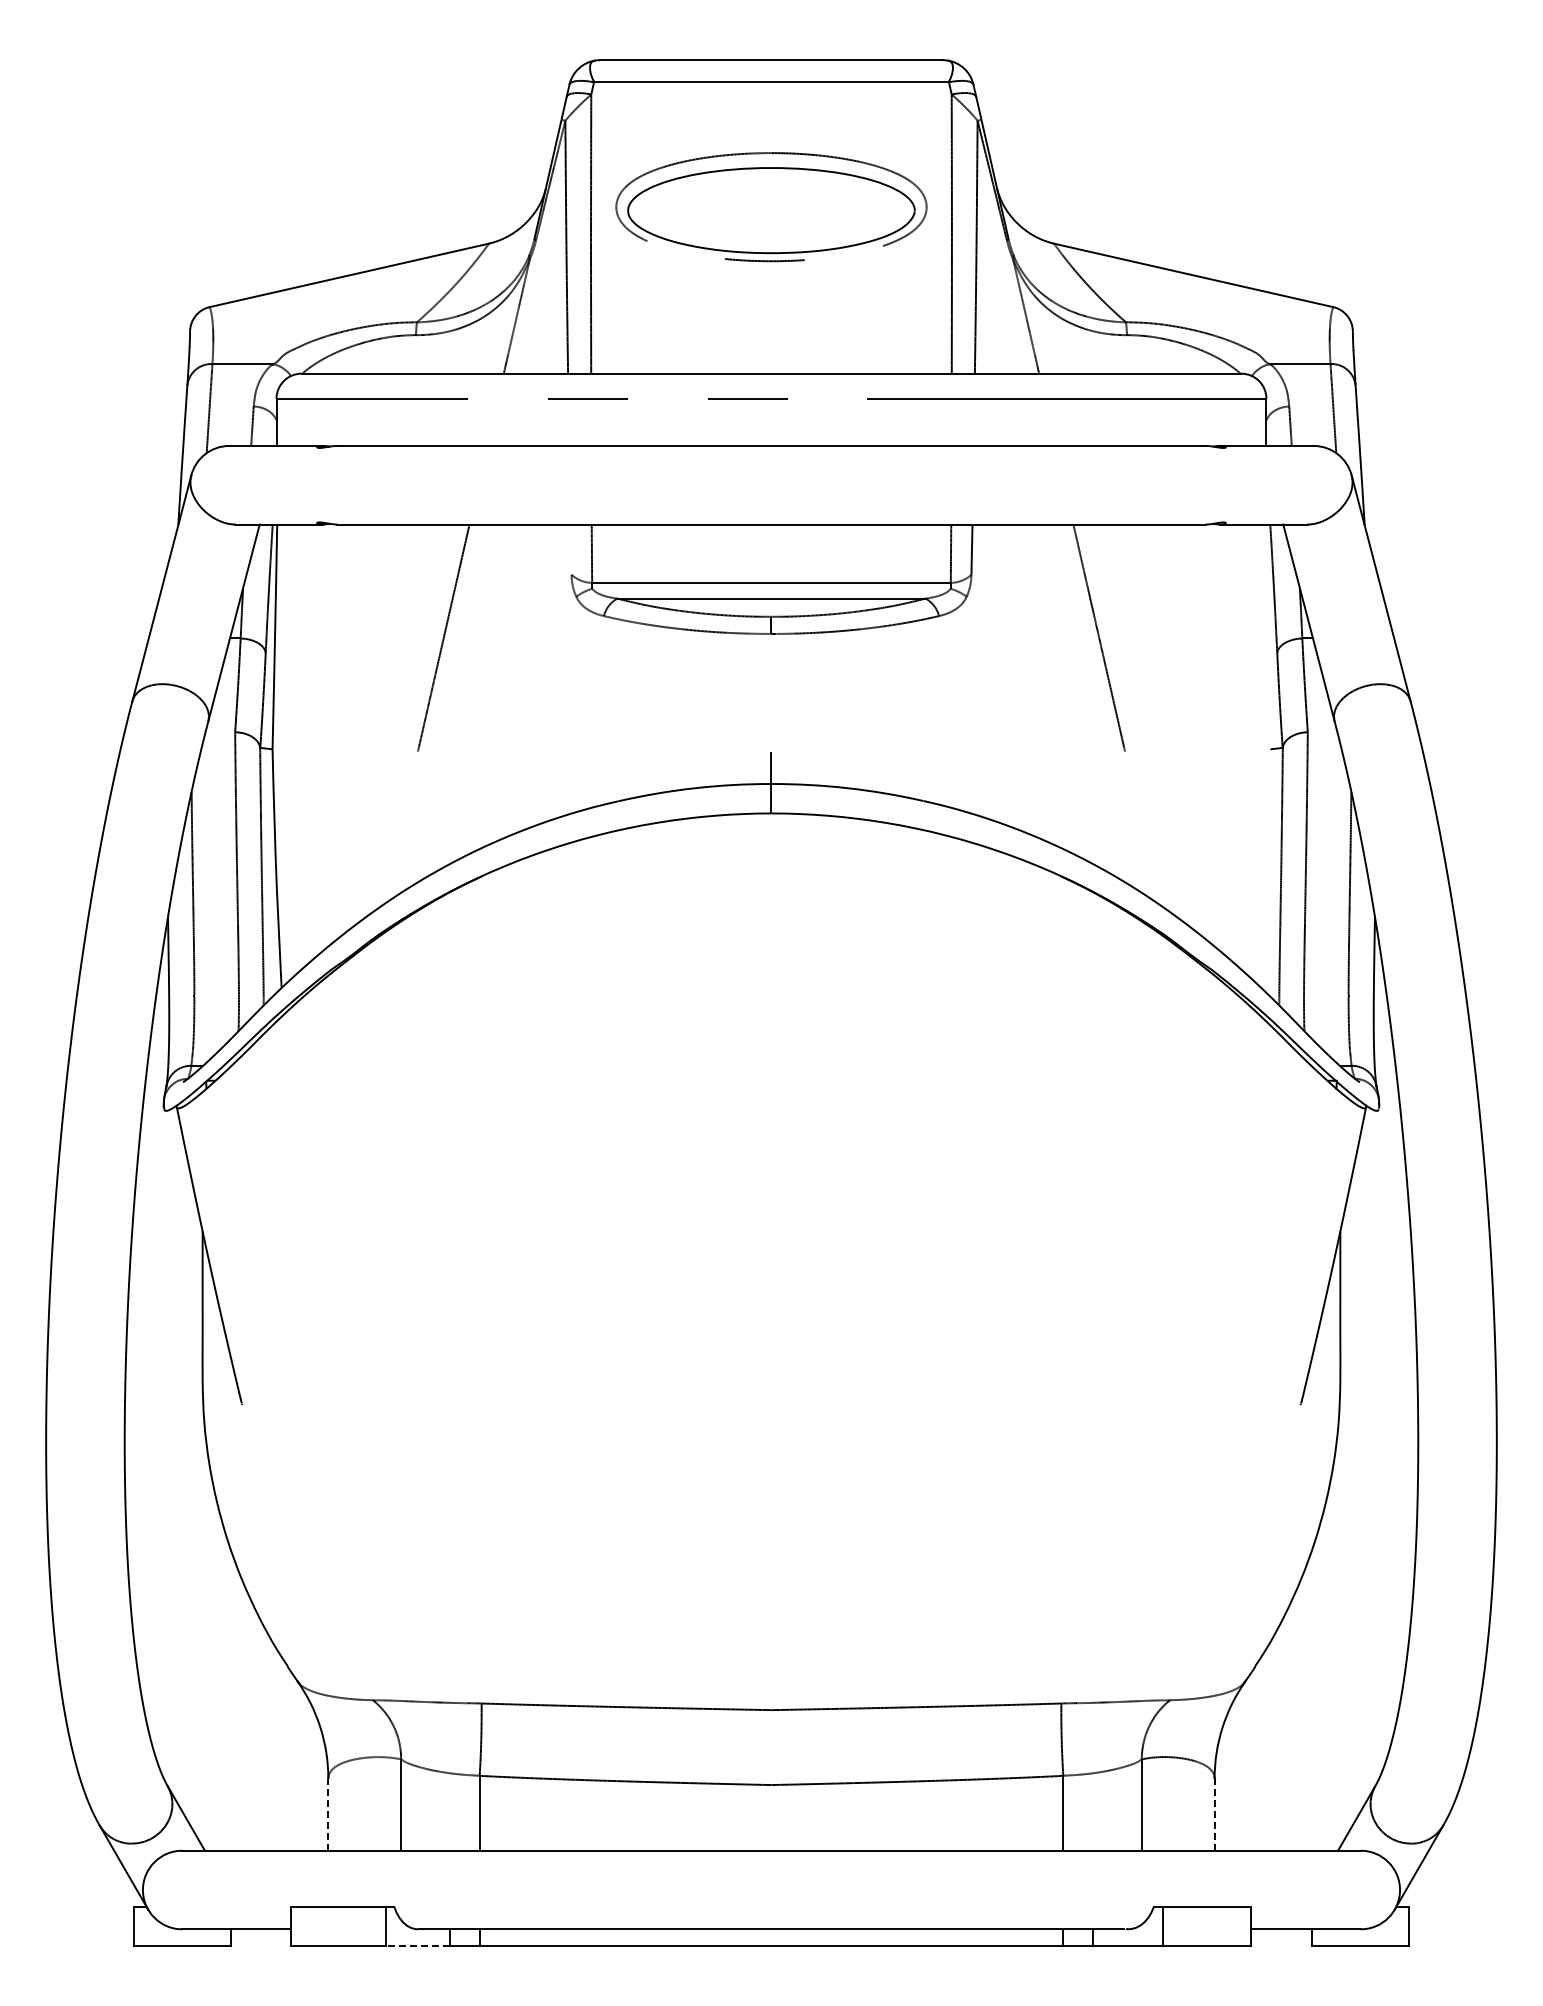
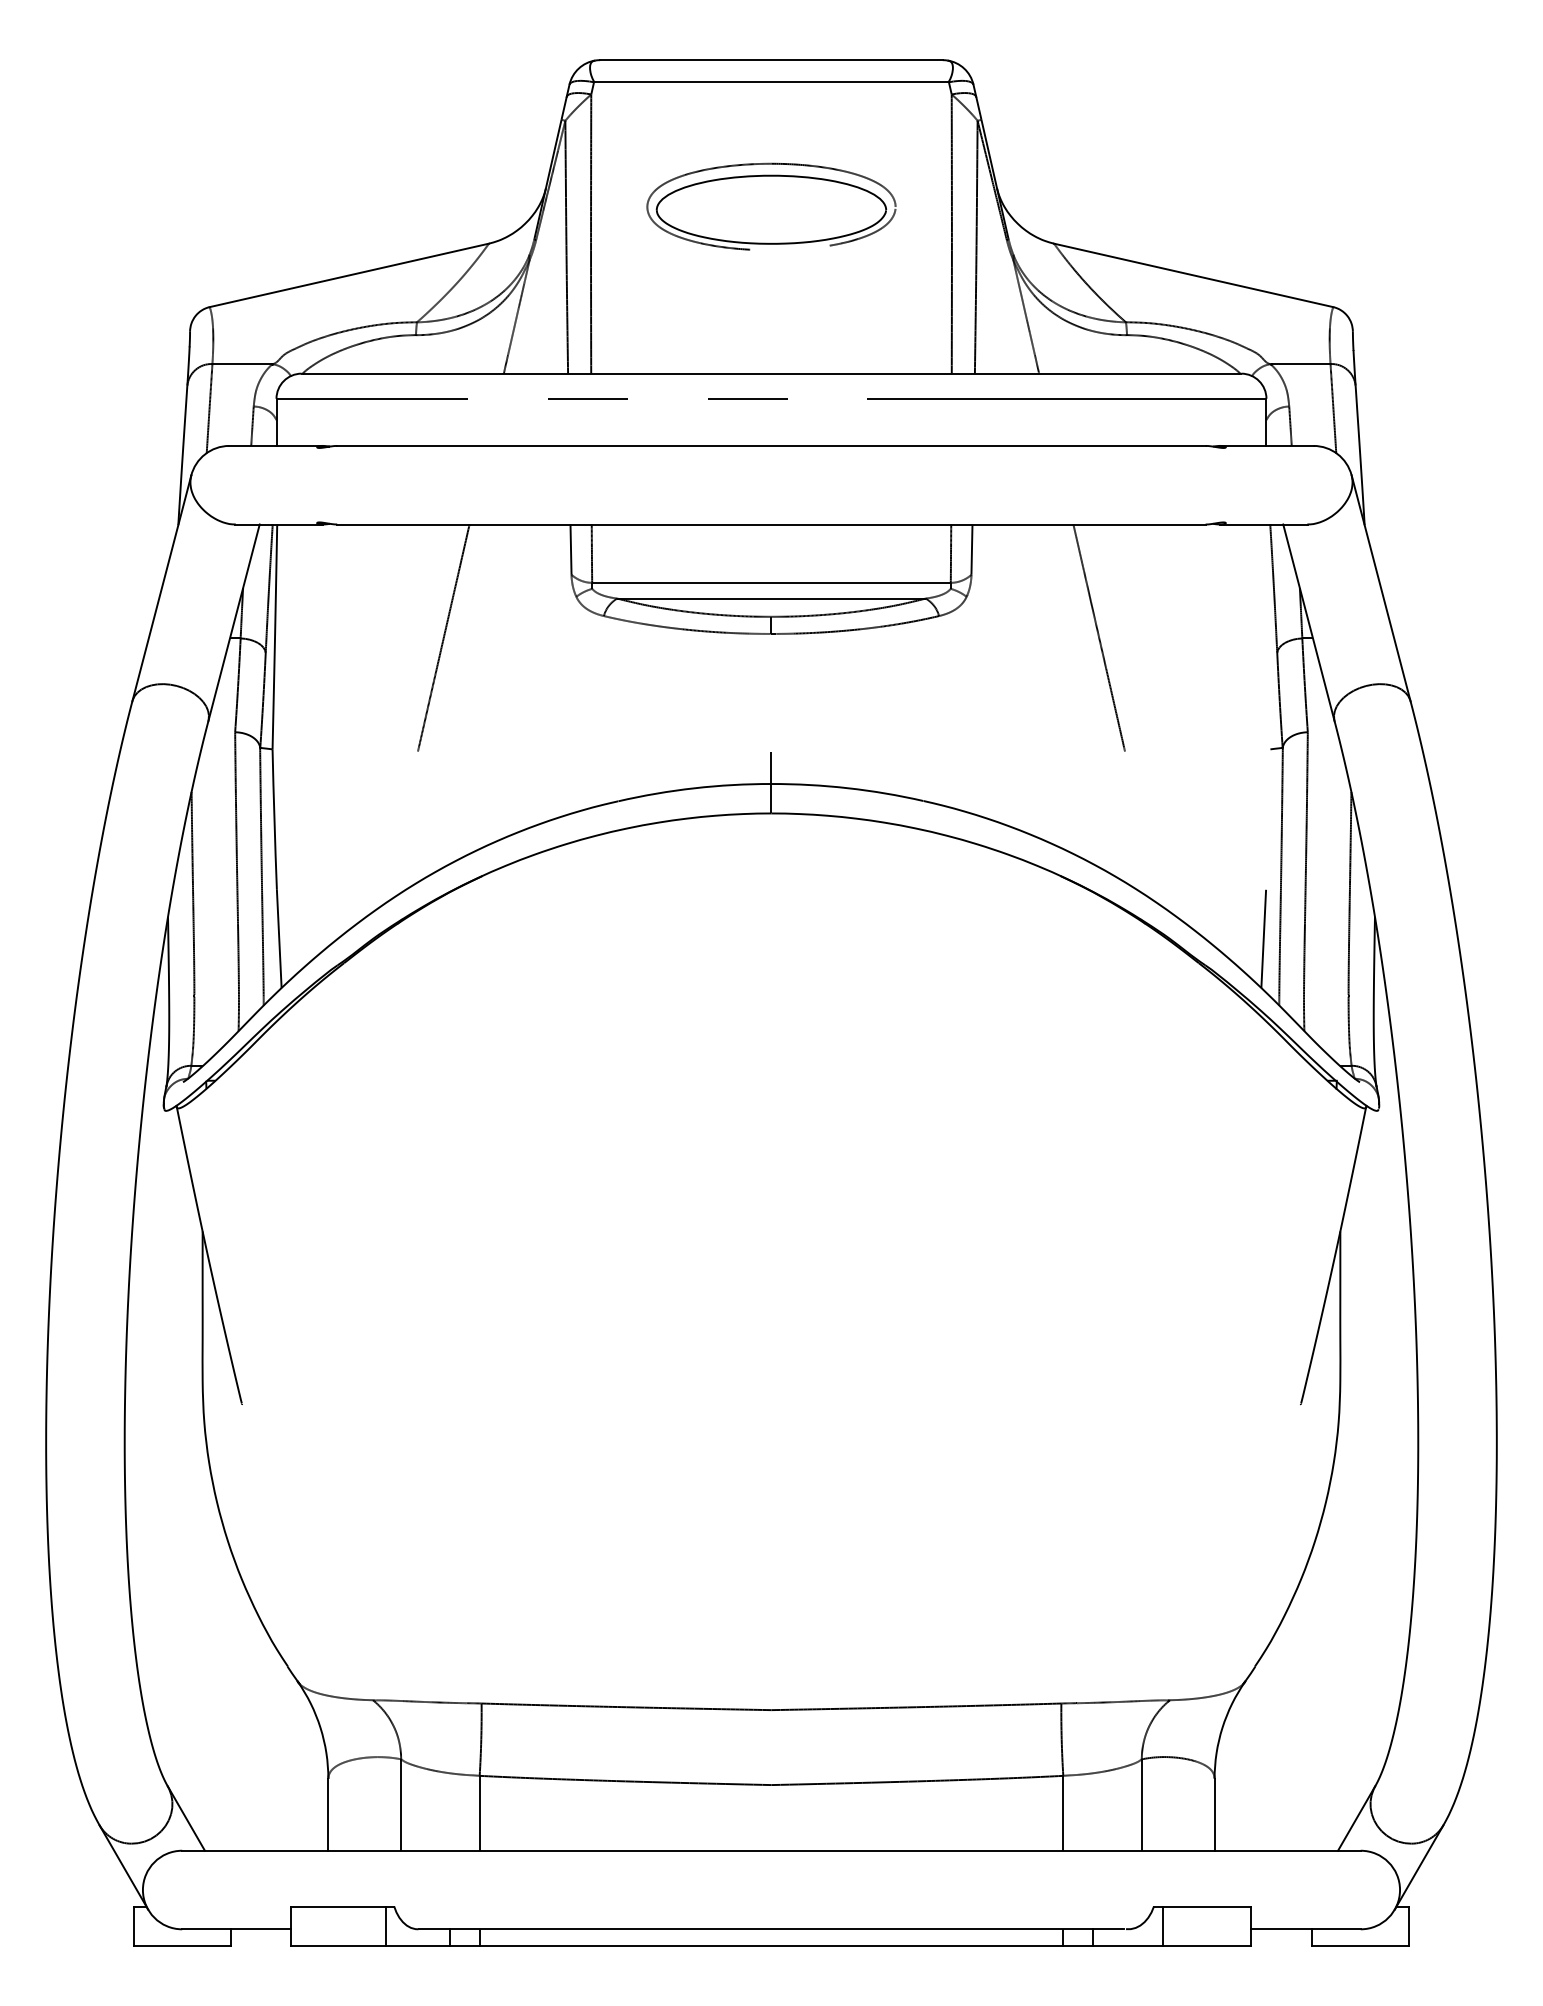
part at (771, 207) size: 313x111 px -> 251x89 px
line at (570, 549): none -> present
line at (1263, 938): none -> present
line at (328, 1814): dashed -> solid
line at (1214, 1814): dashed -> solid
line at (417, 1945): dashed -> solid
